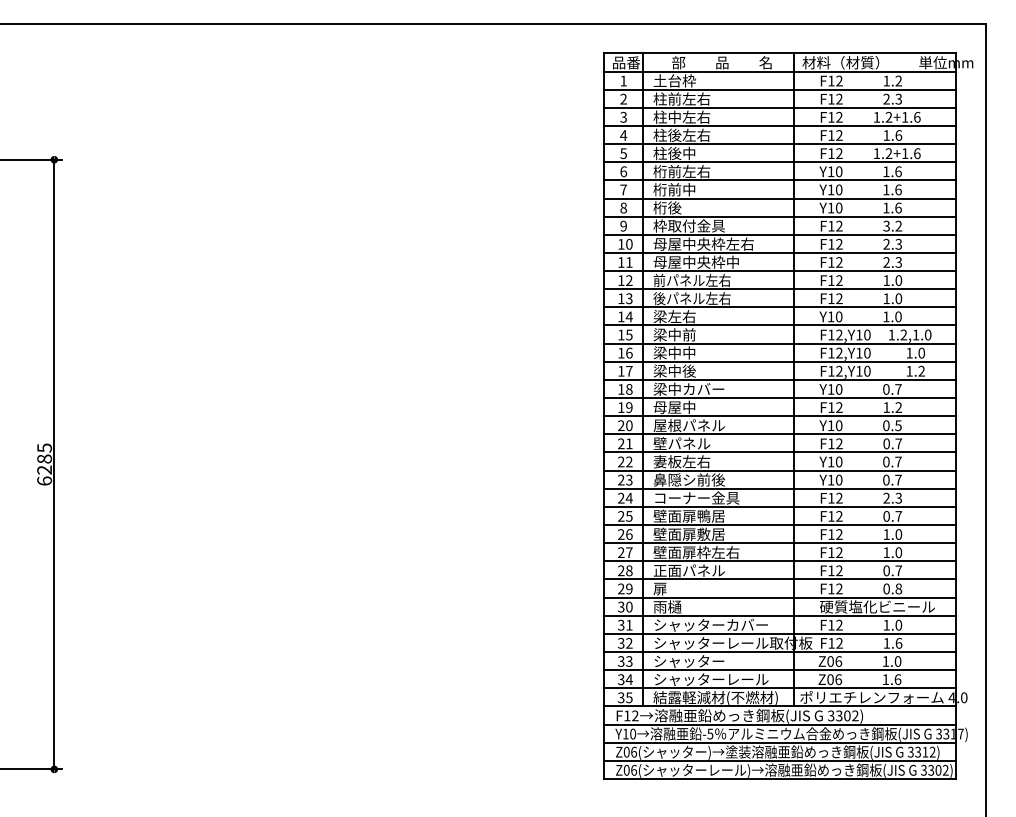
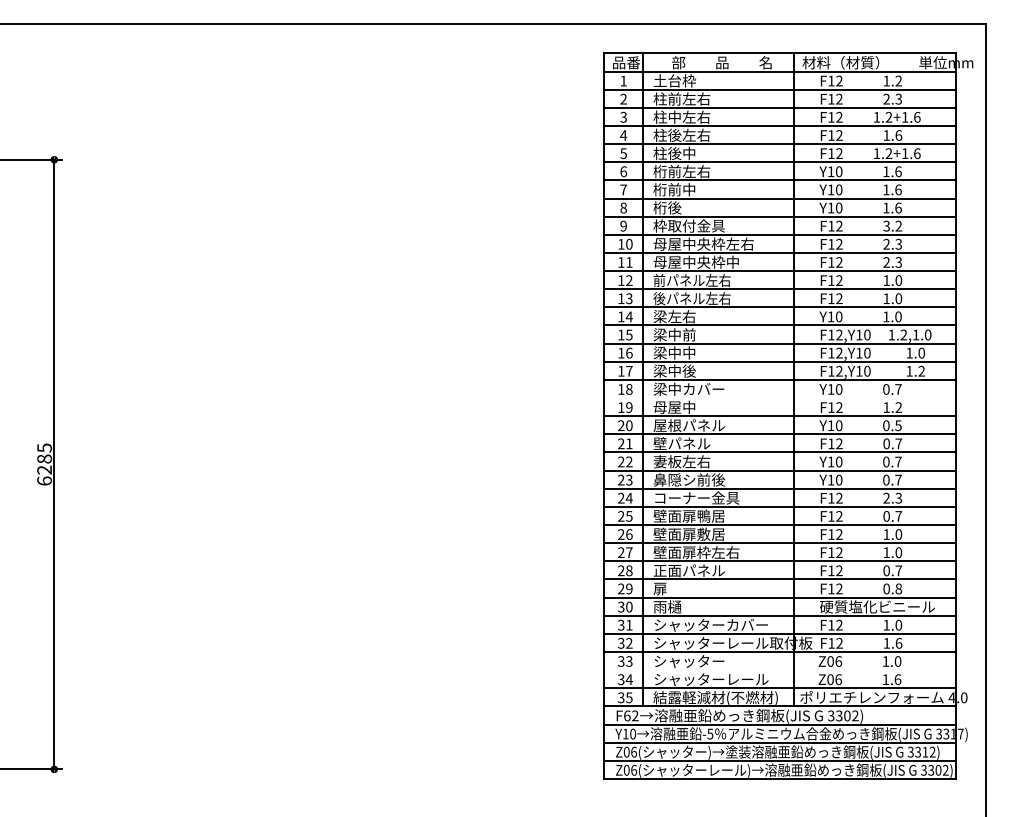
line at (780, 398): present -> none
line at (780, 670): present -> none
text at (627, 715): F12 -> F62
